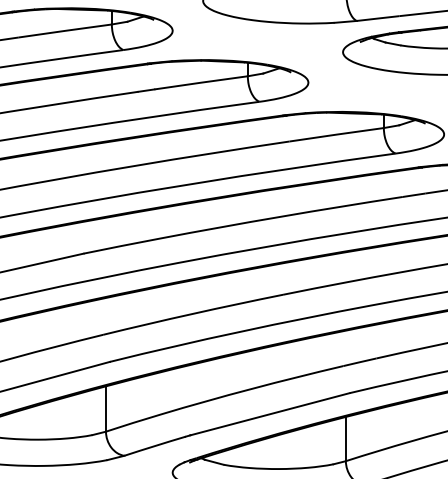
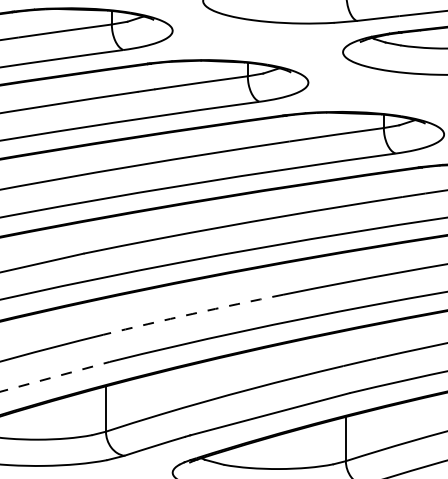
arc at (192, 313): solid -> dashed
line at (54, 376): solid -> dashed
